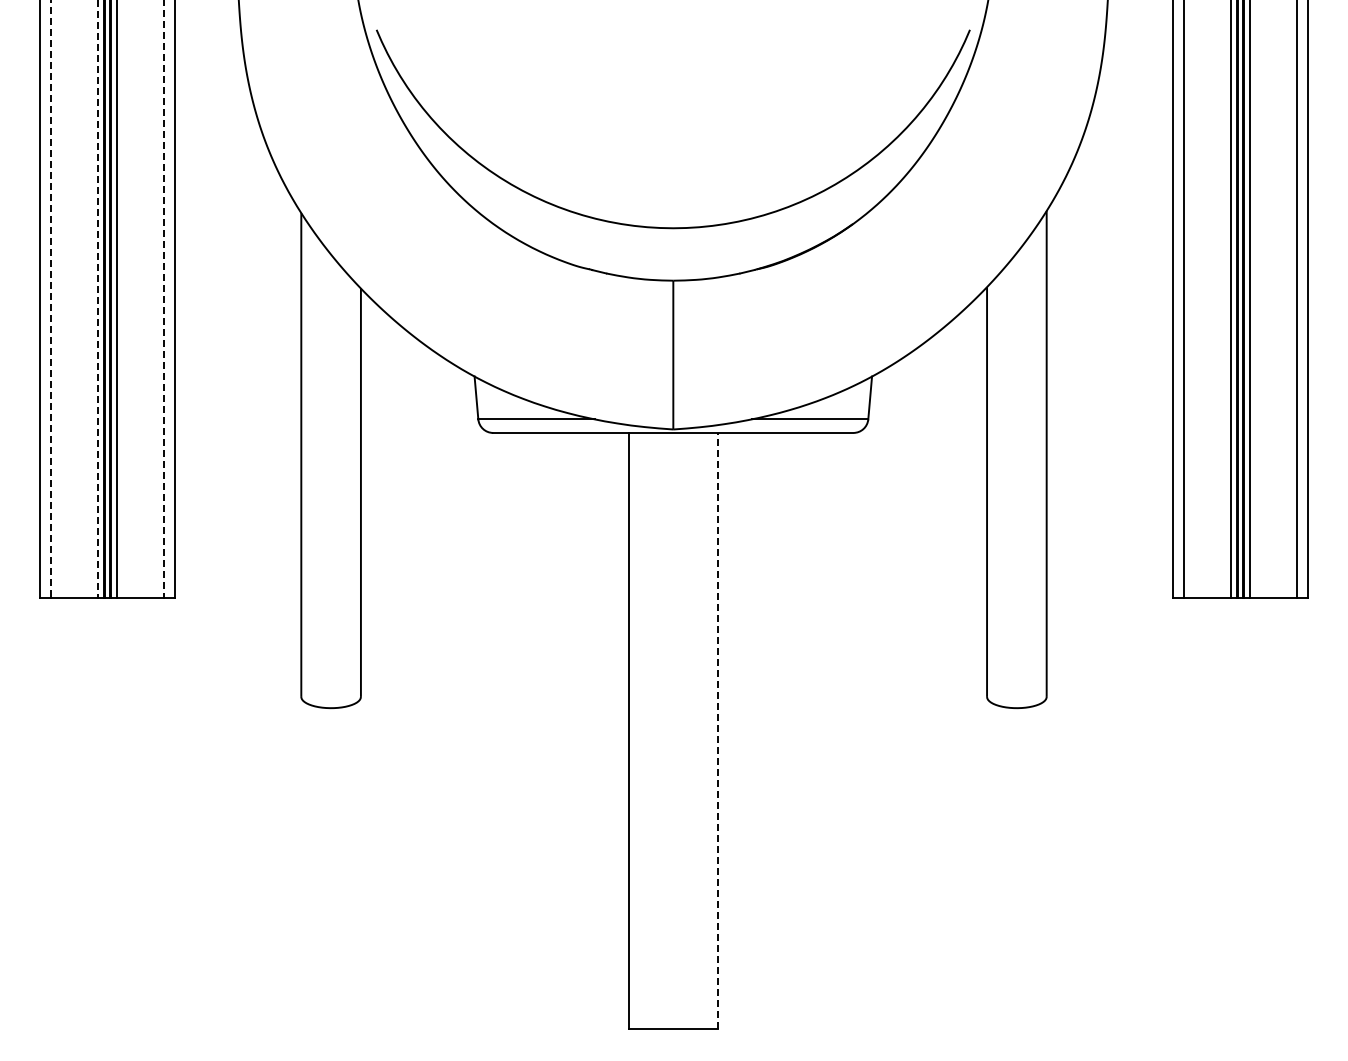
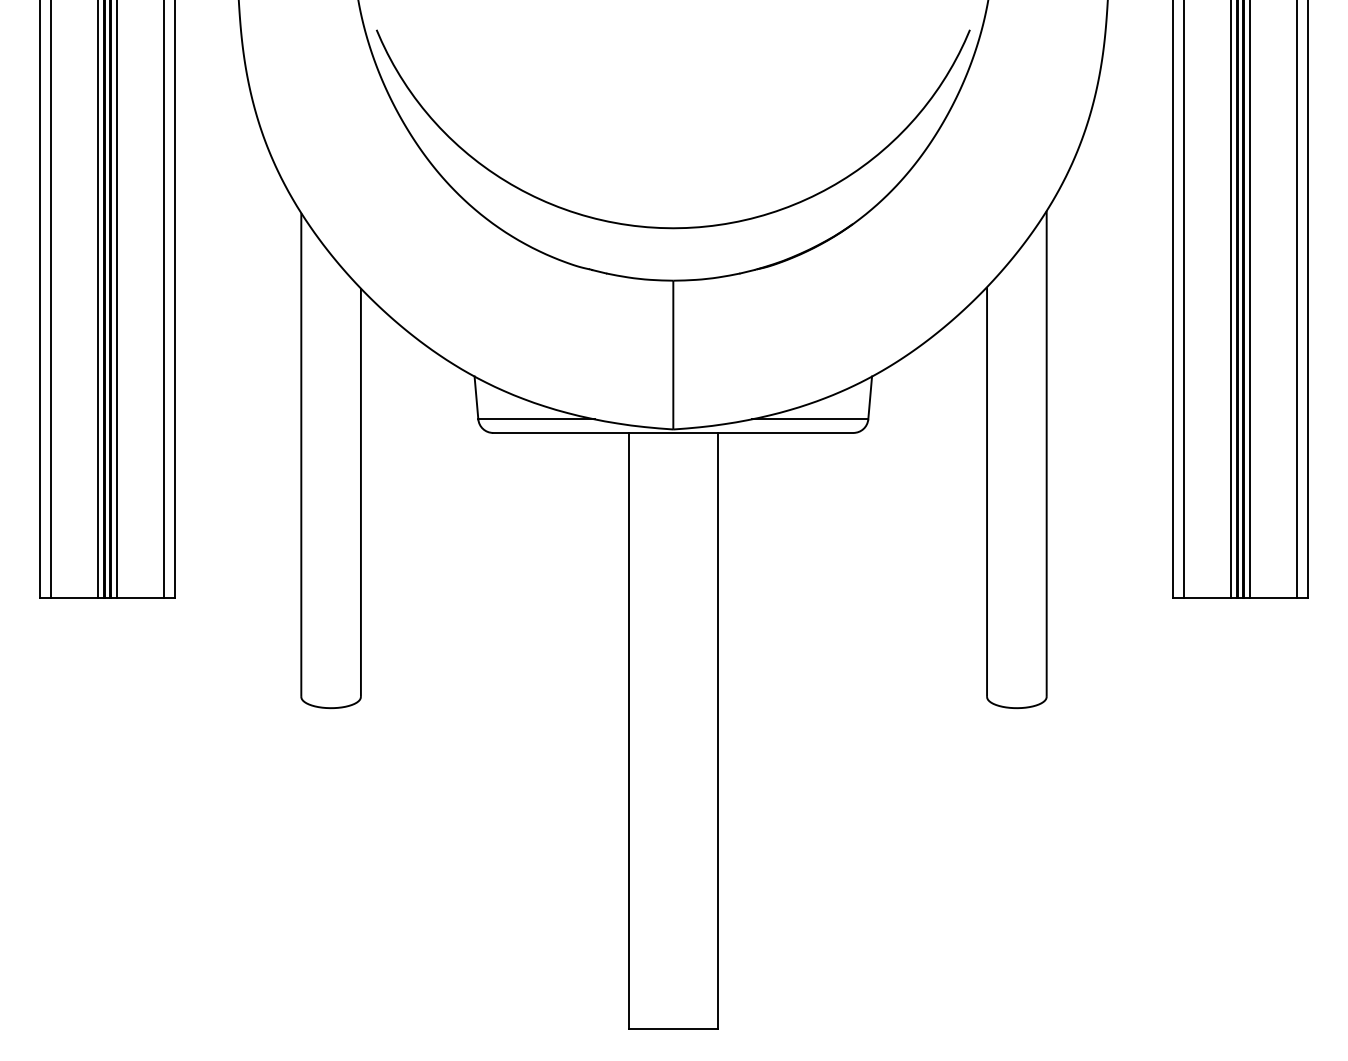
line at (50, 299): dashed -> solid
line at (97, 299): dashed -> solid
line at (164, 299): dashed -> solid
line at (718, 730): dashed -> solid
